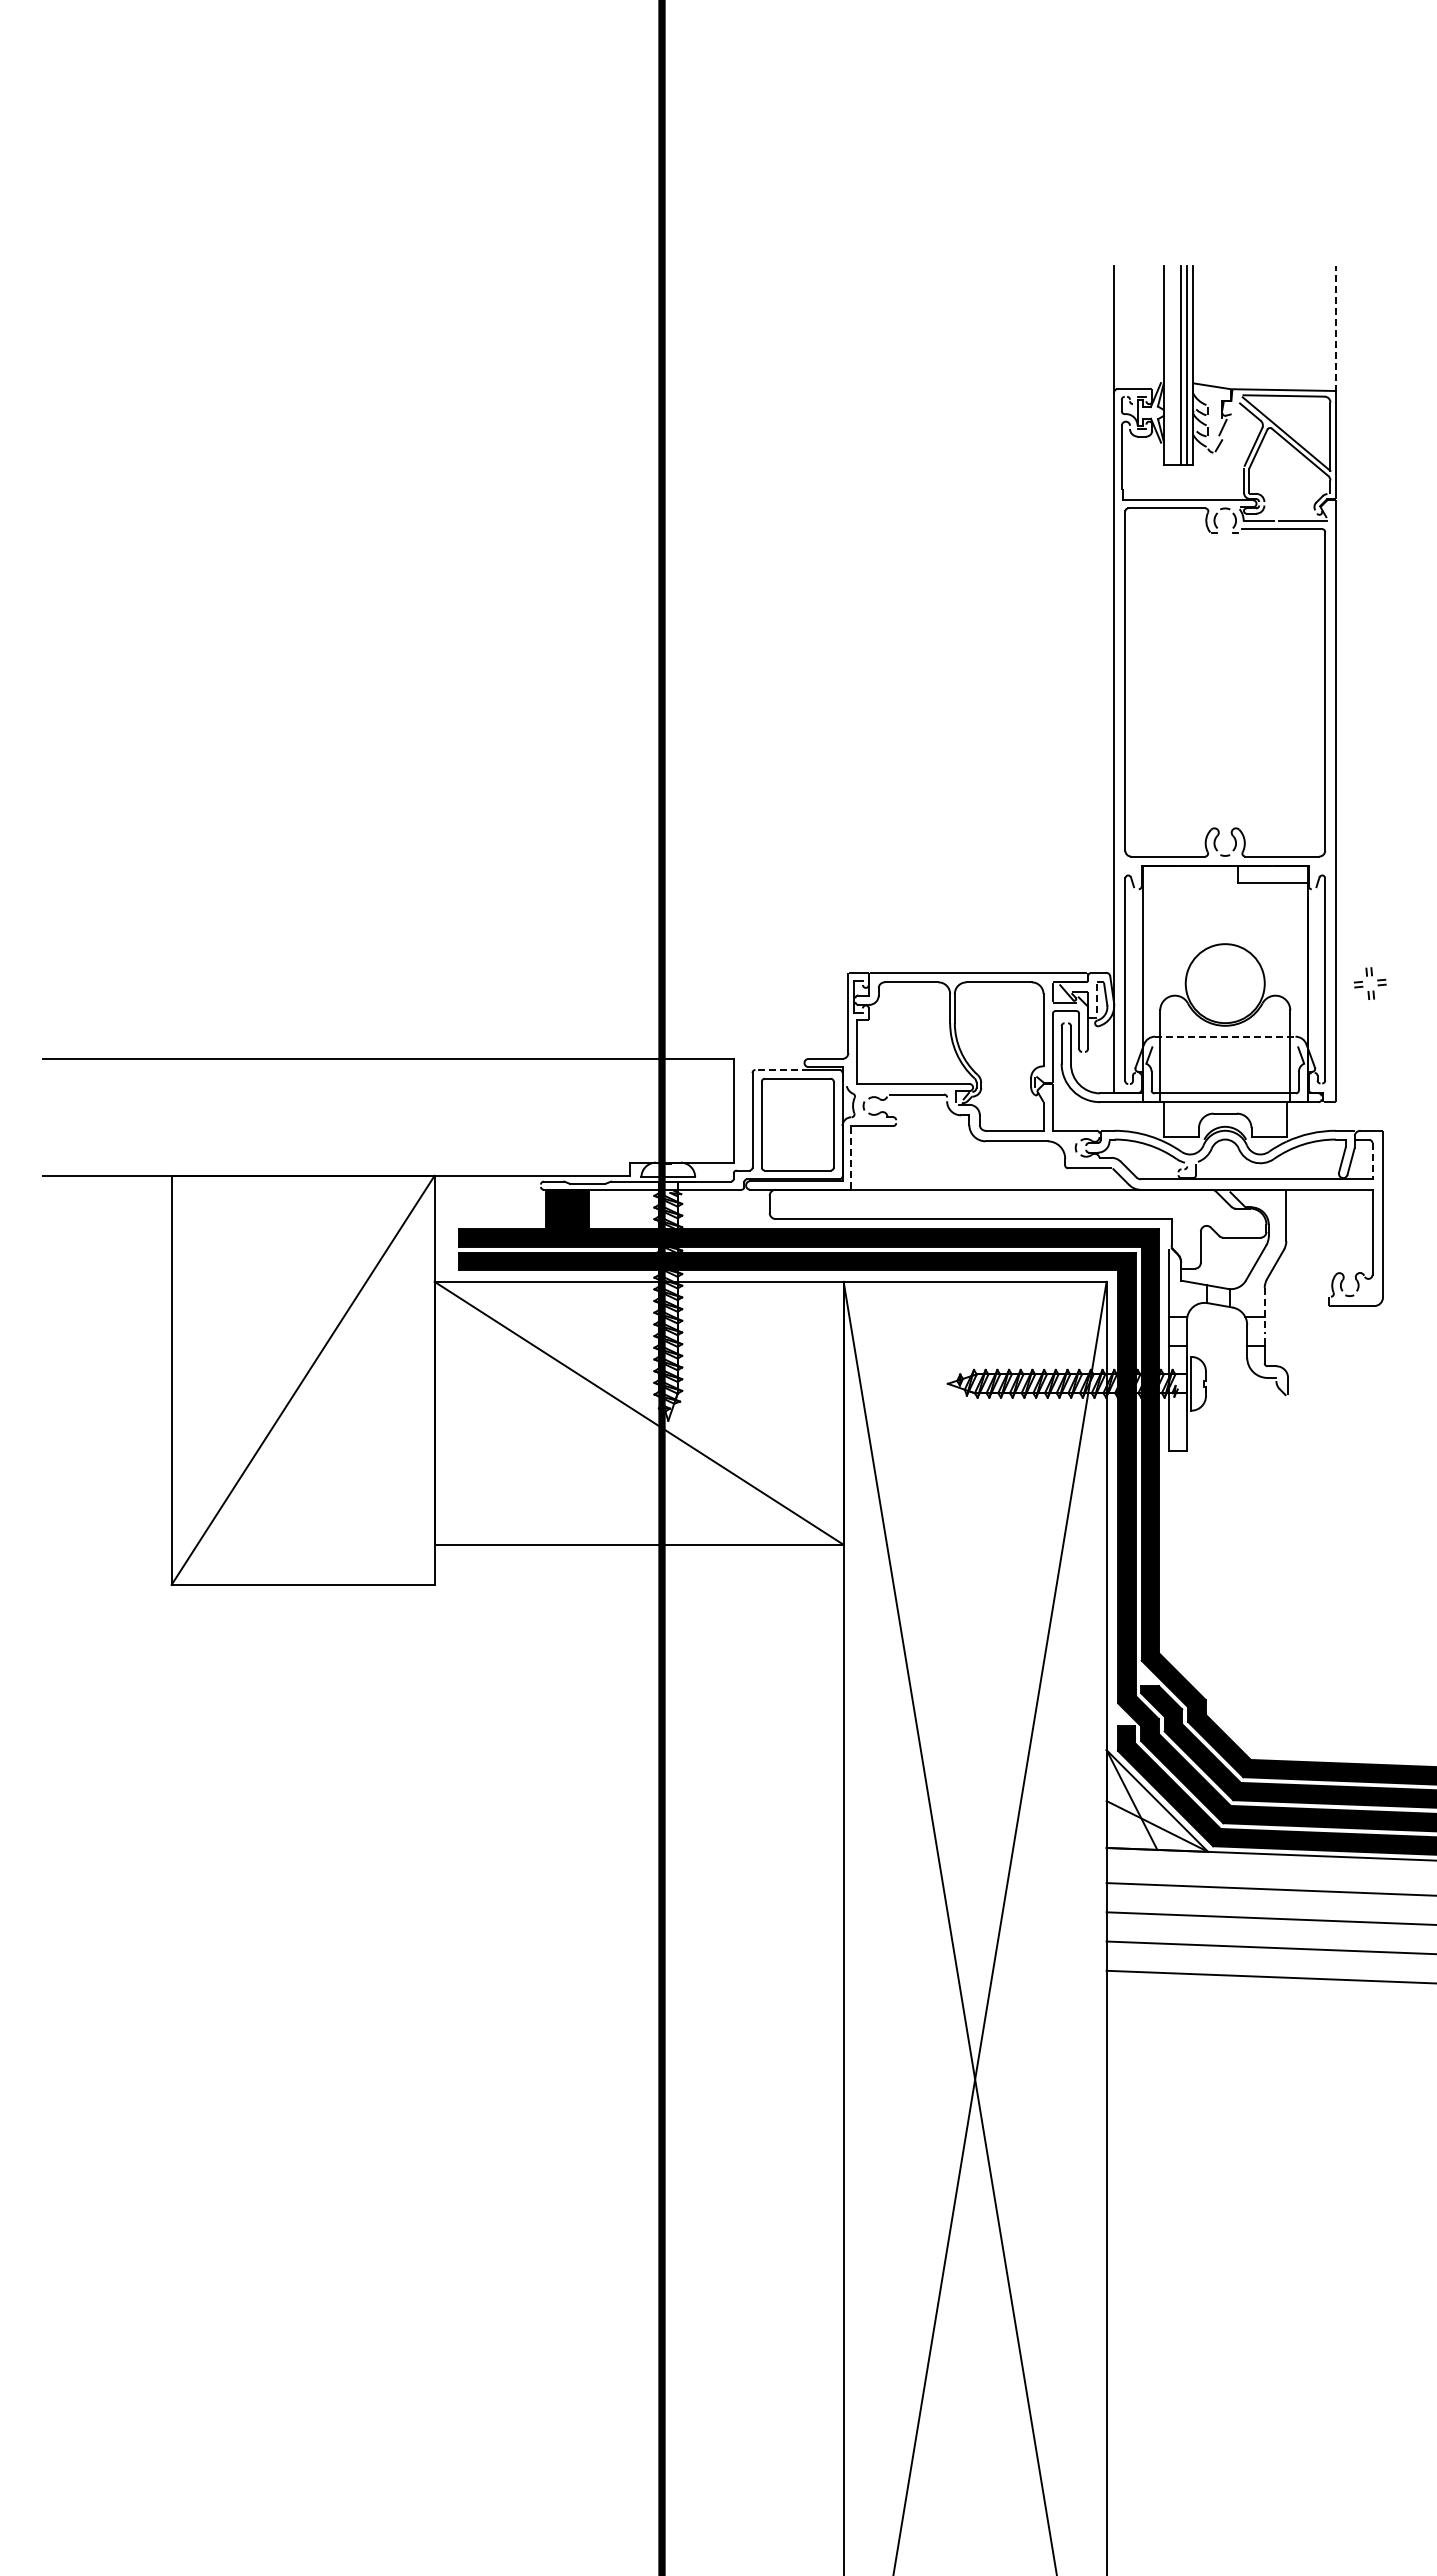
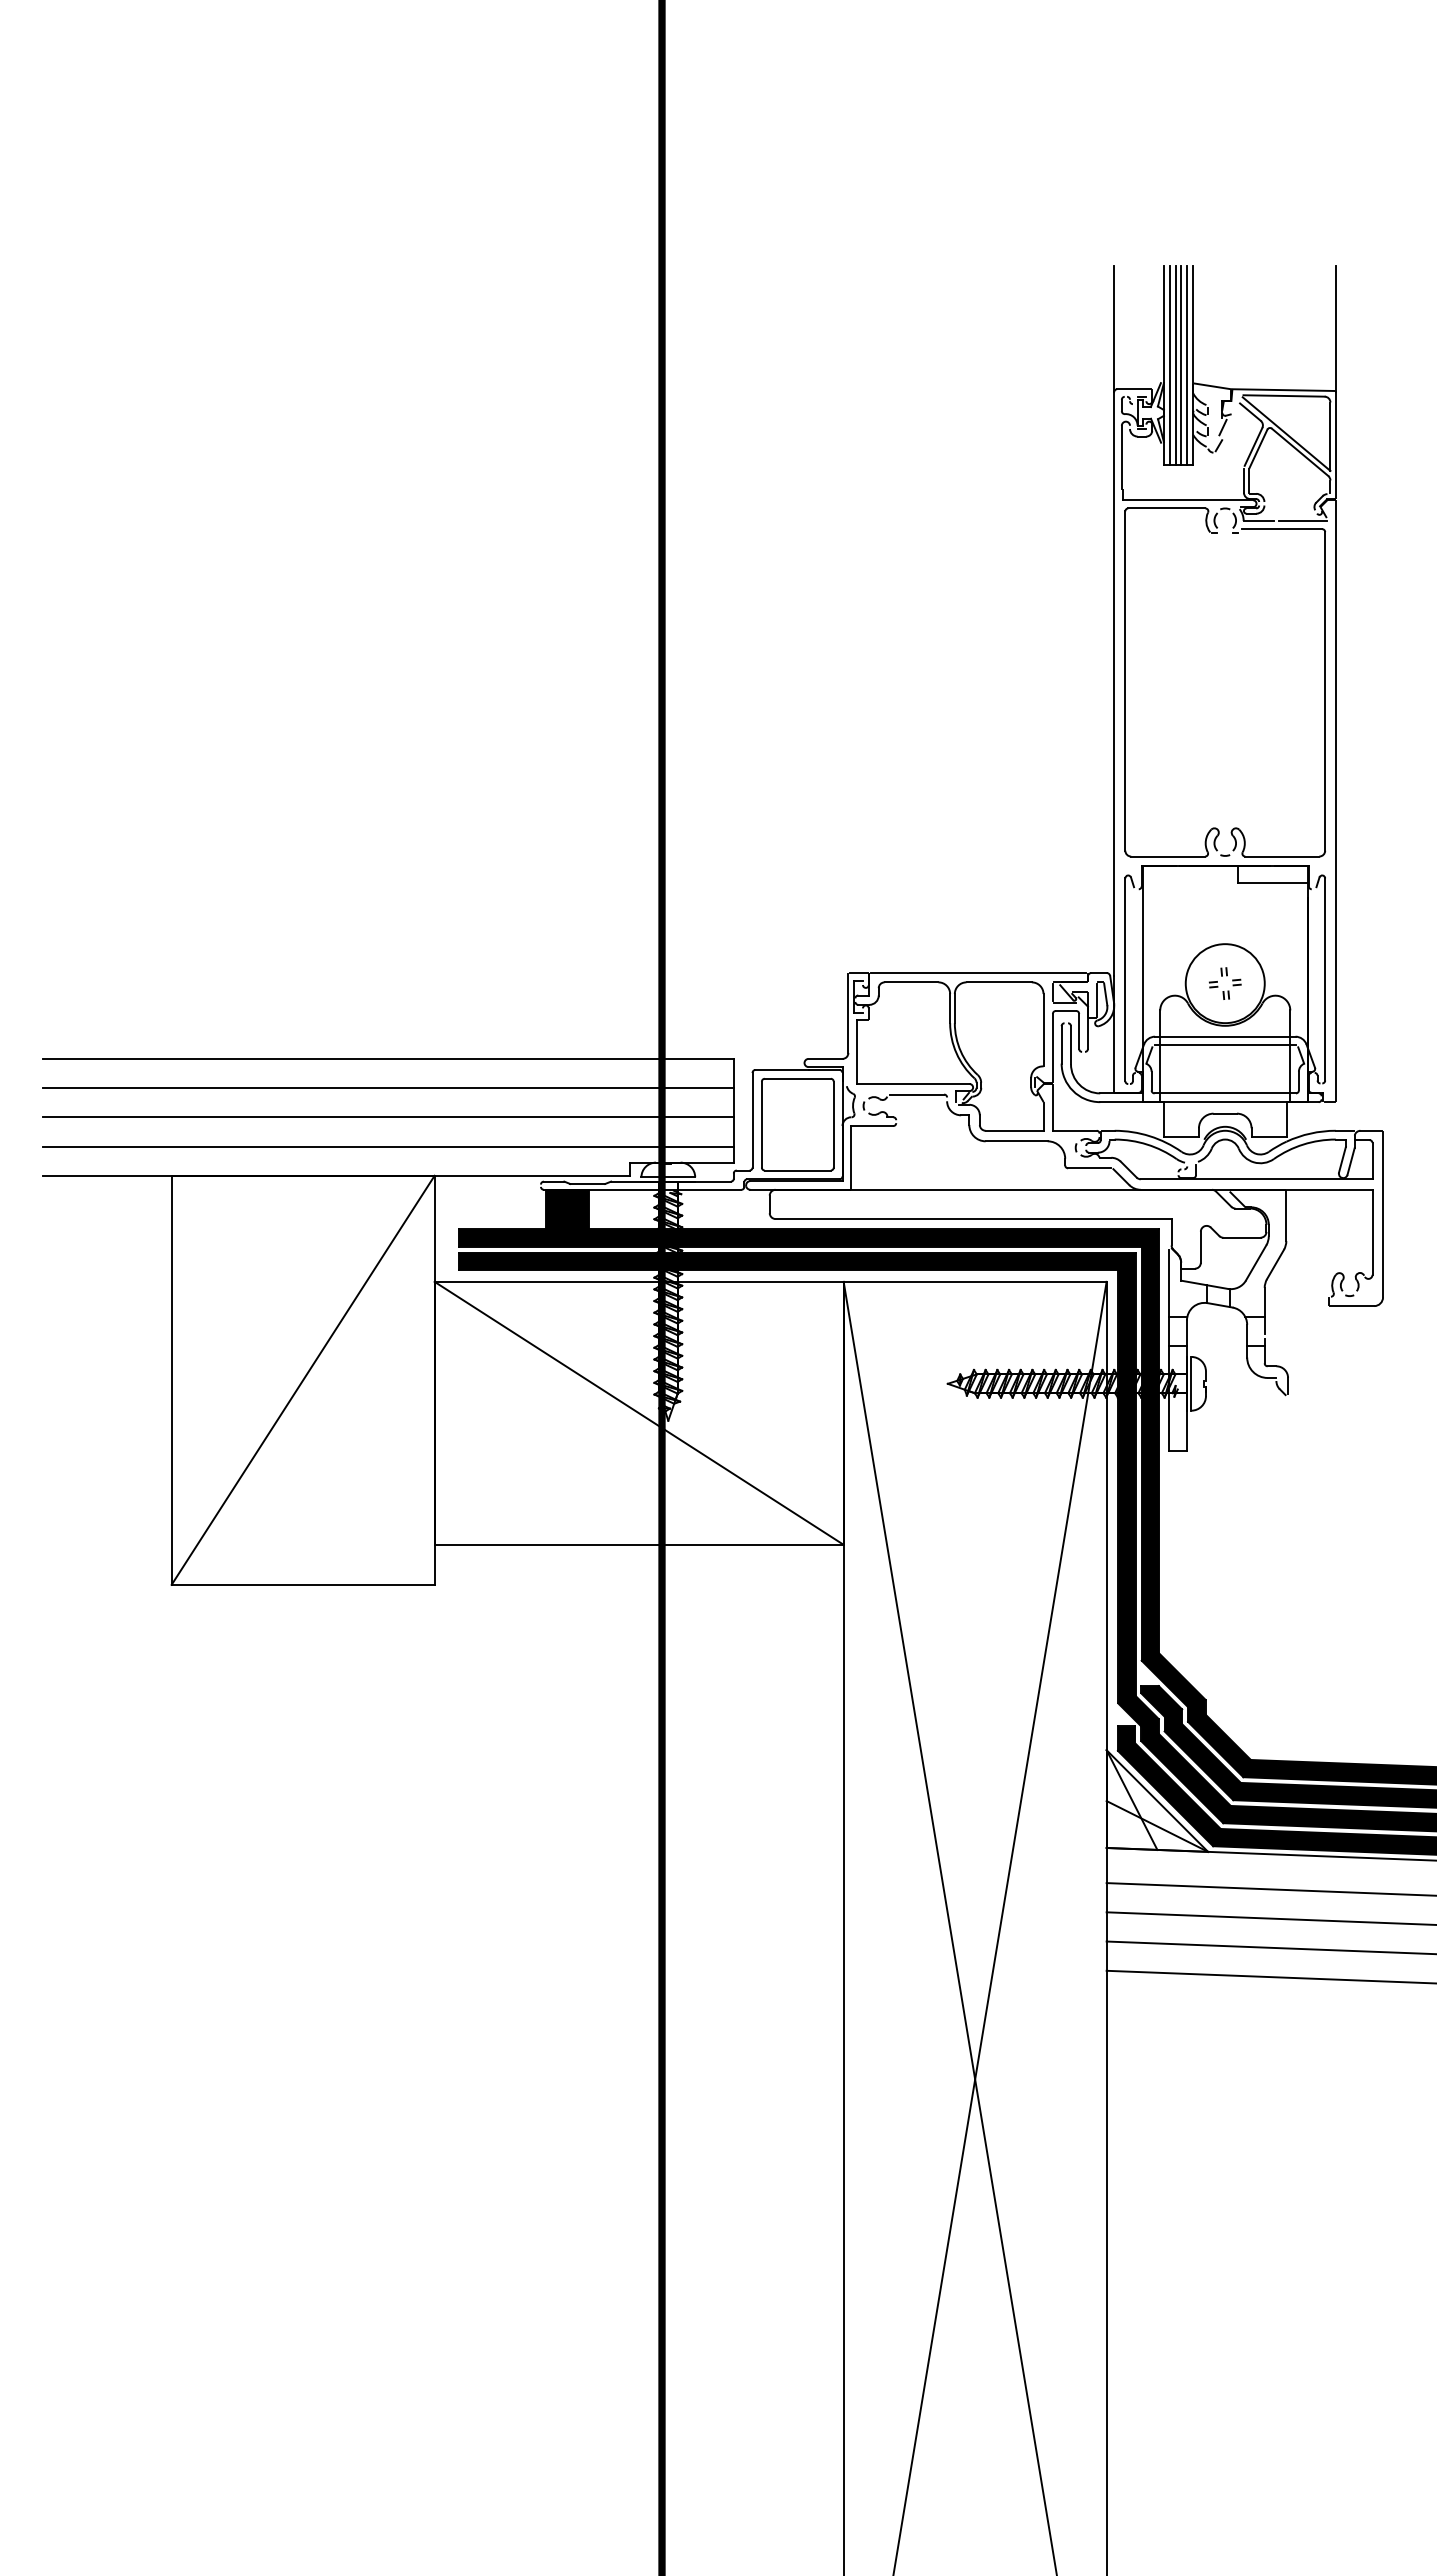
line at (1335, 329): dashed -> solid
line at (1169, 365): none -> present
line at (1175, 365): none -> present
part at (1363, 986) position: (1363, 986) -> (1218, 986)
line at (1096, 1000): dashed -> solid
line at (1225, 1036): dashed -> solid
line at (1225, 1045): none -> present
line at (782, 1070): dashed -> solid
line at (388, 1088): none -> present
line at (388, 1117): none -> present
line at (388, 1146): none -> present
line at (851, 1156): dashed -> solid
line at (1372, 1161): dashed -> solid
line at (1264, 1311): dashed -> solid
